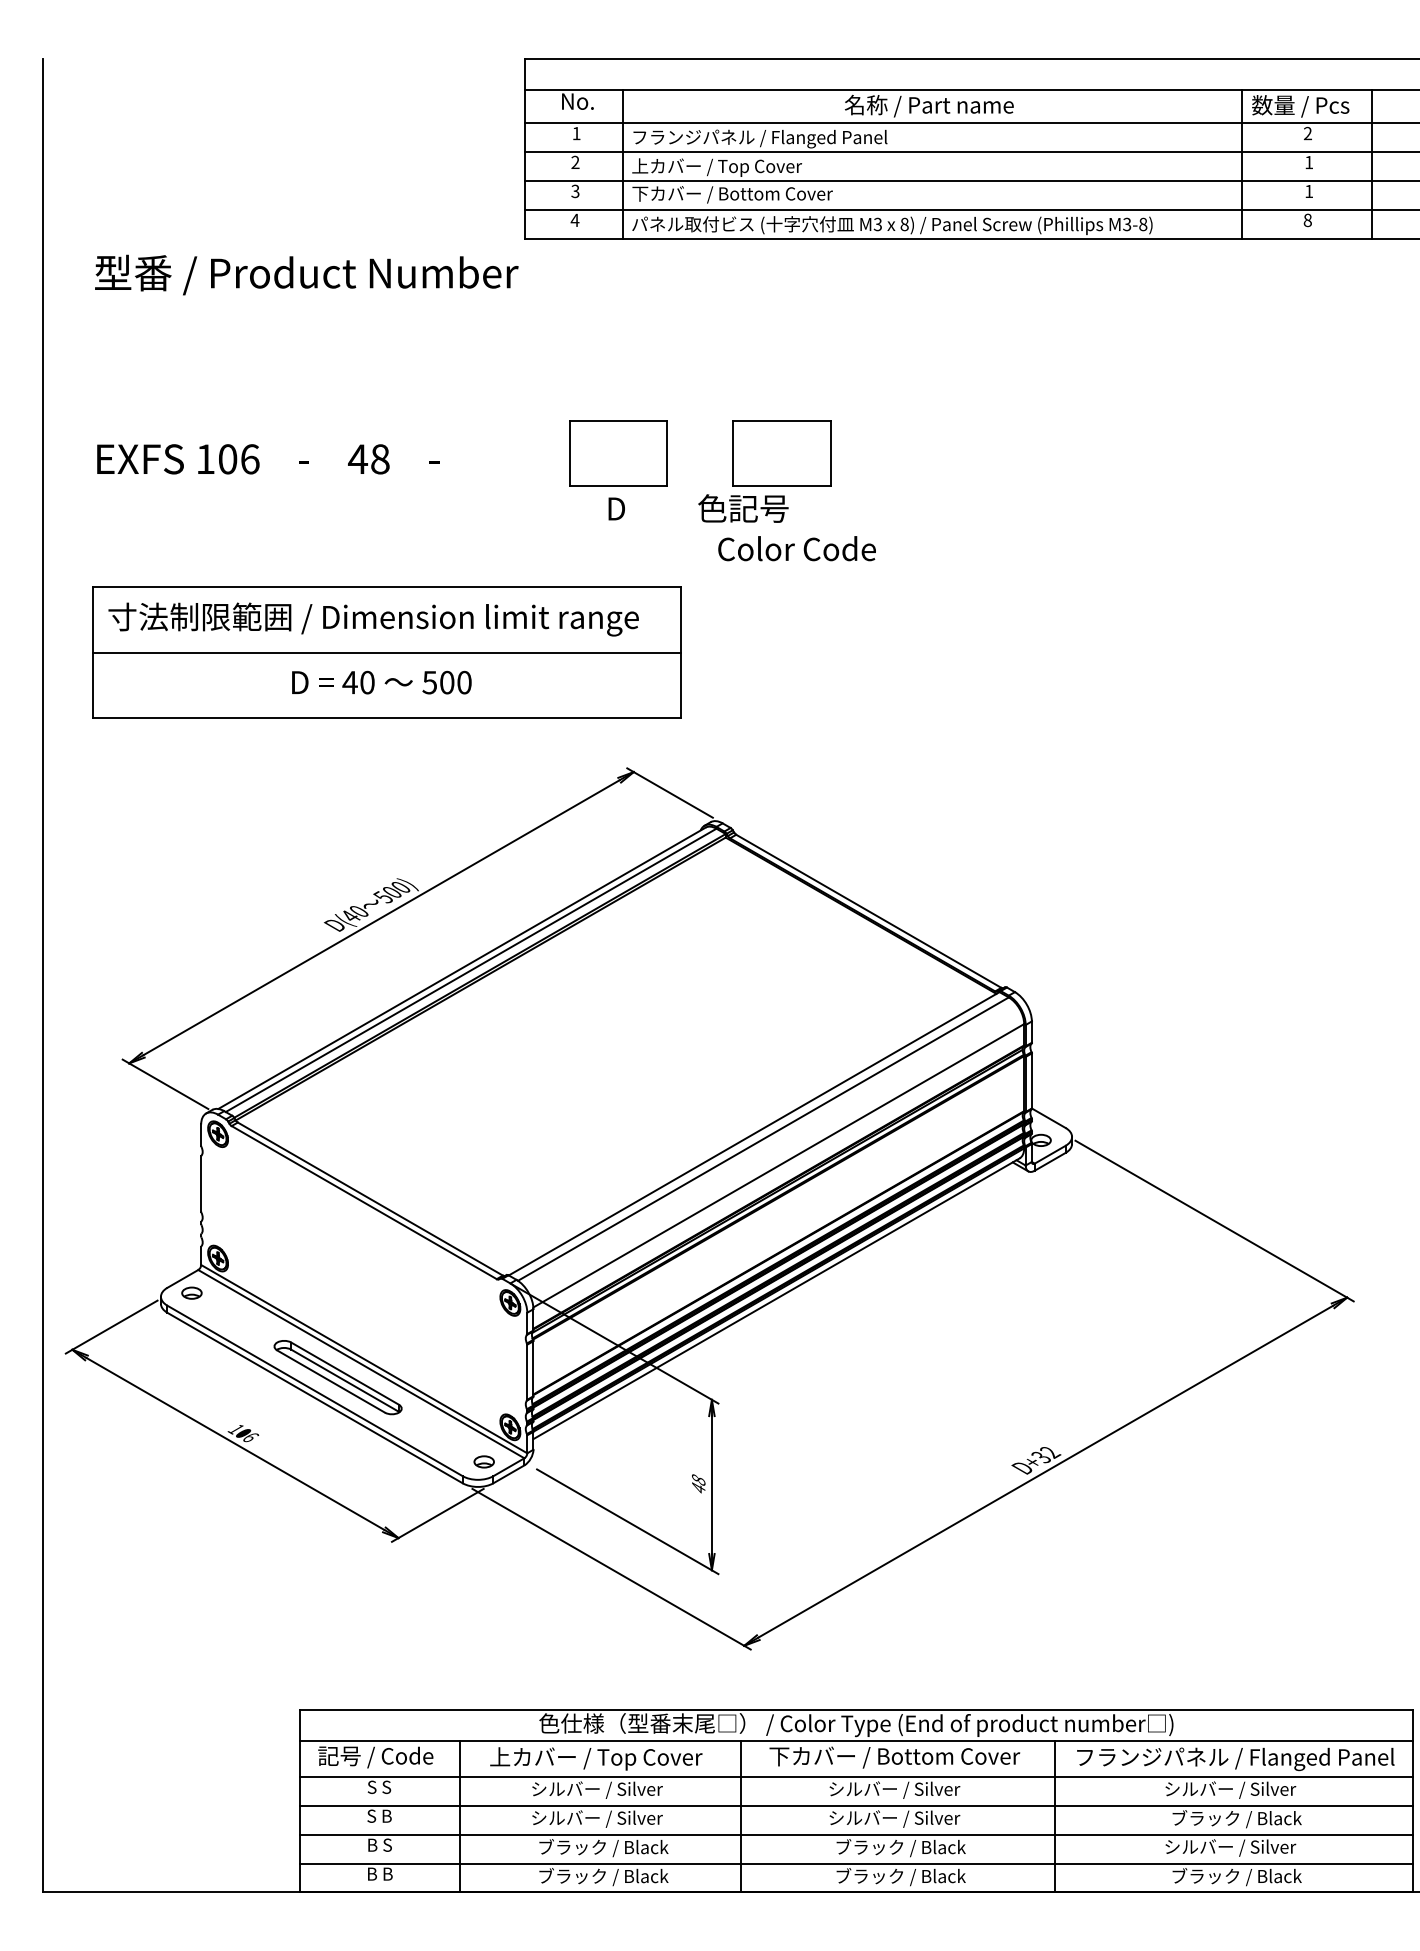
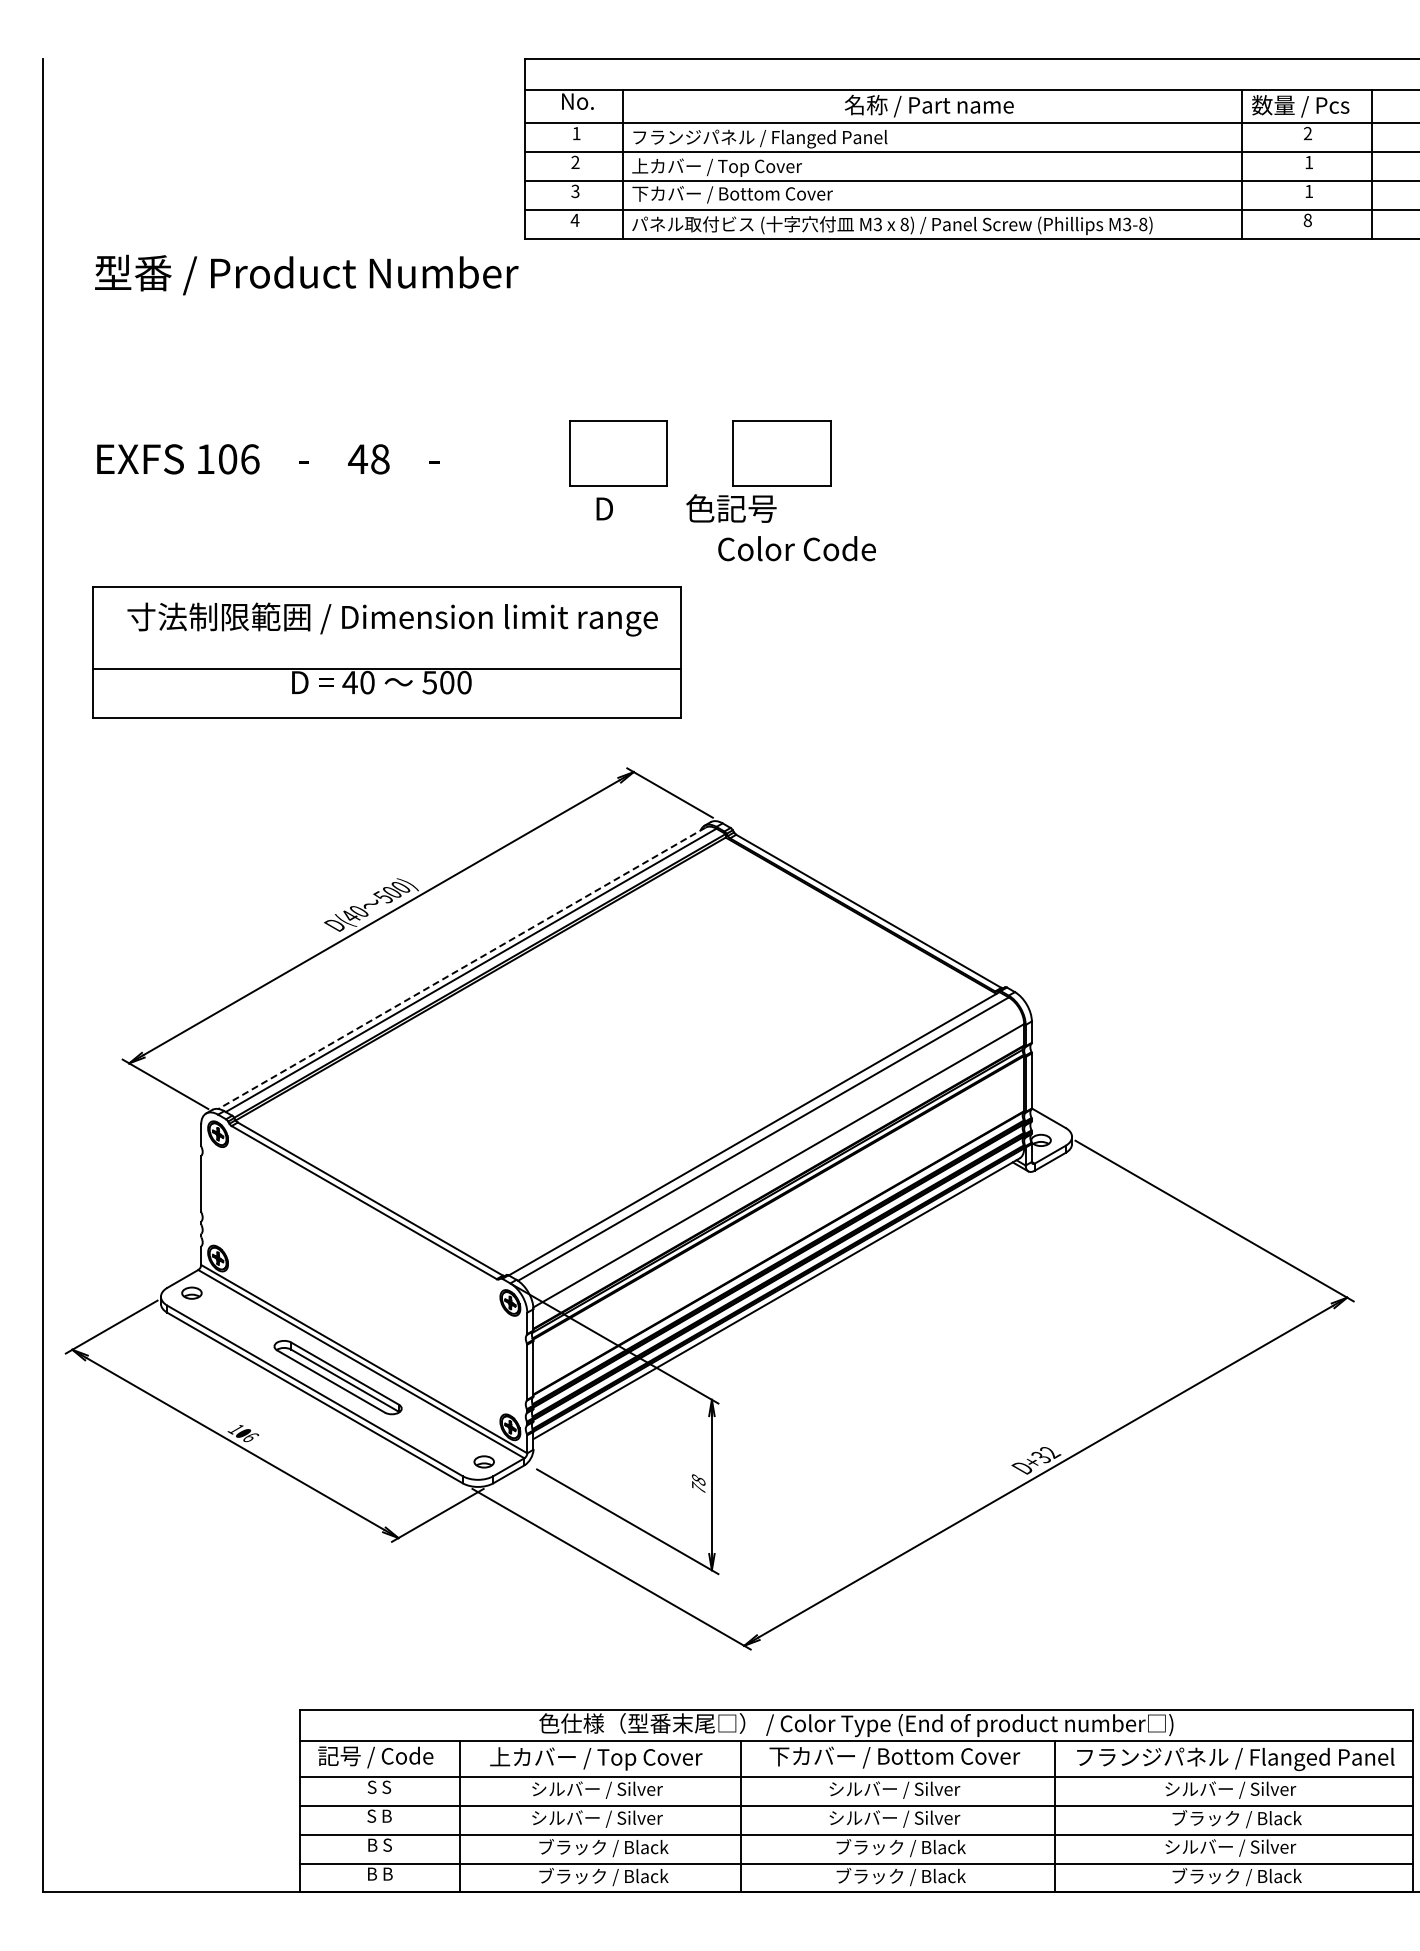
text at (698, 508) position: (698, 508) -> (686, 508)
text at (373, 619) position: (373, 619) -> (392, 619)
line at (386, 652) position: (386, 652) -> (386, 668)
line at (461, 968): solid -> dashed
text at (698, 1487): 48 -> 78
